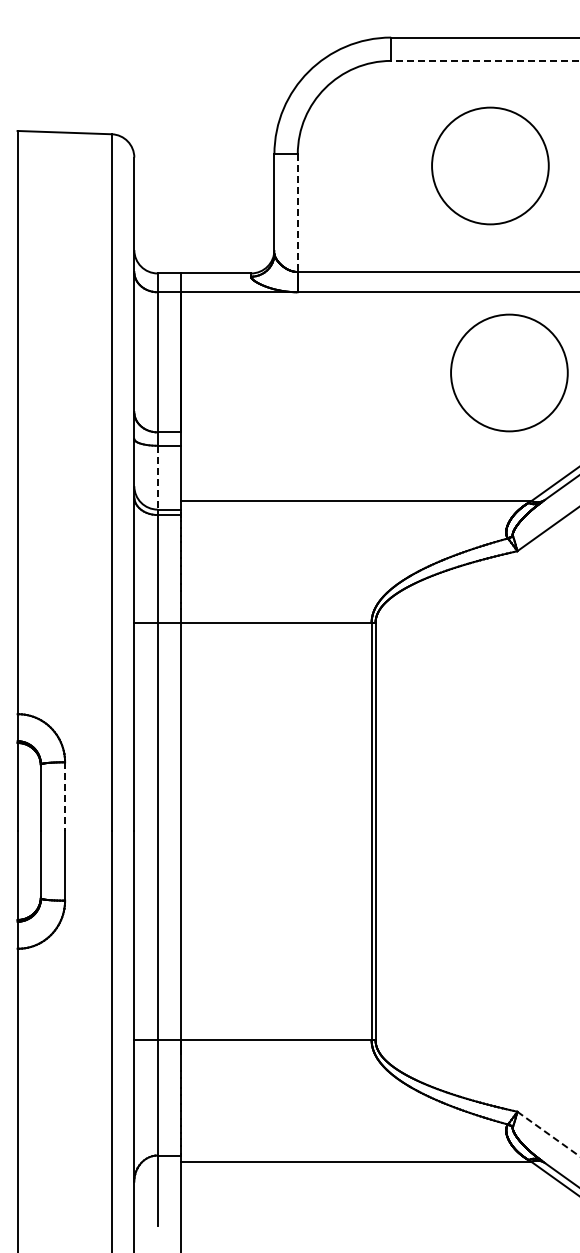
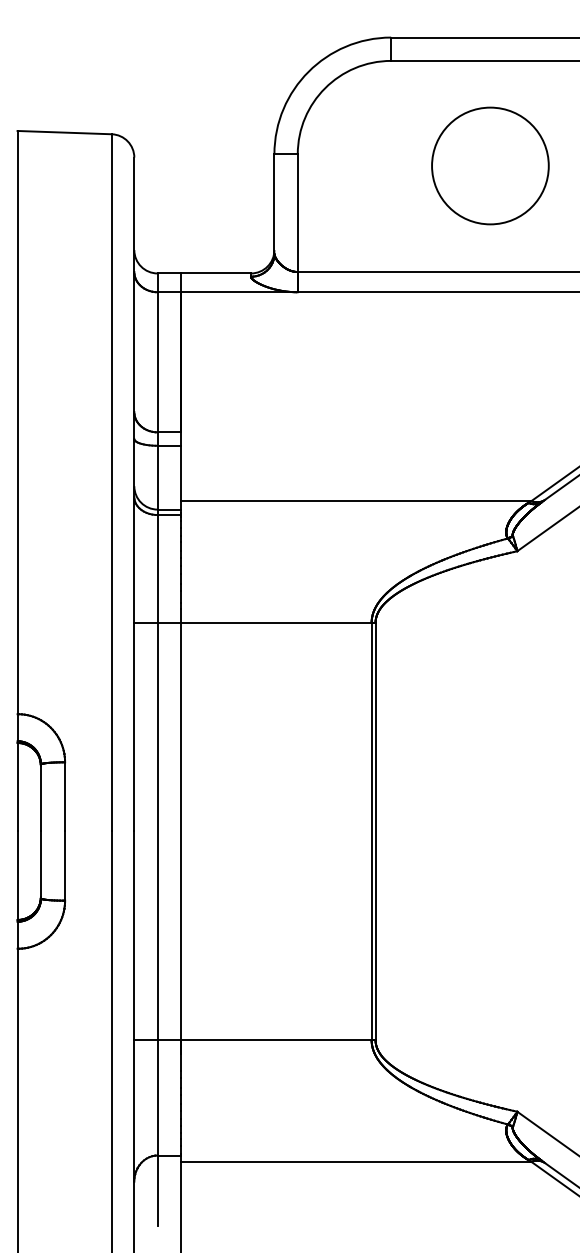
line at (485, 60): dashed -> solid
line at (297, 213): dashed -> solid
part at (509, 372): present -> none
line at (157, 477): dashed -> solid
line at (65, 796): dashed -> solid
line at (549, 1134): dashed -> solid
